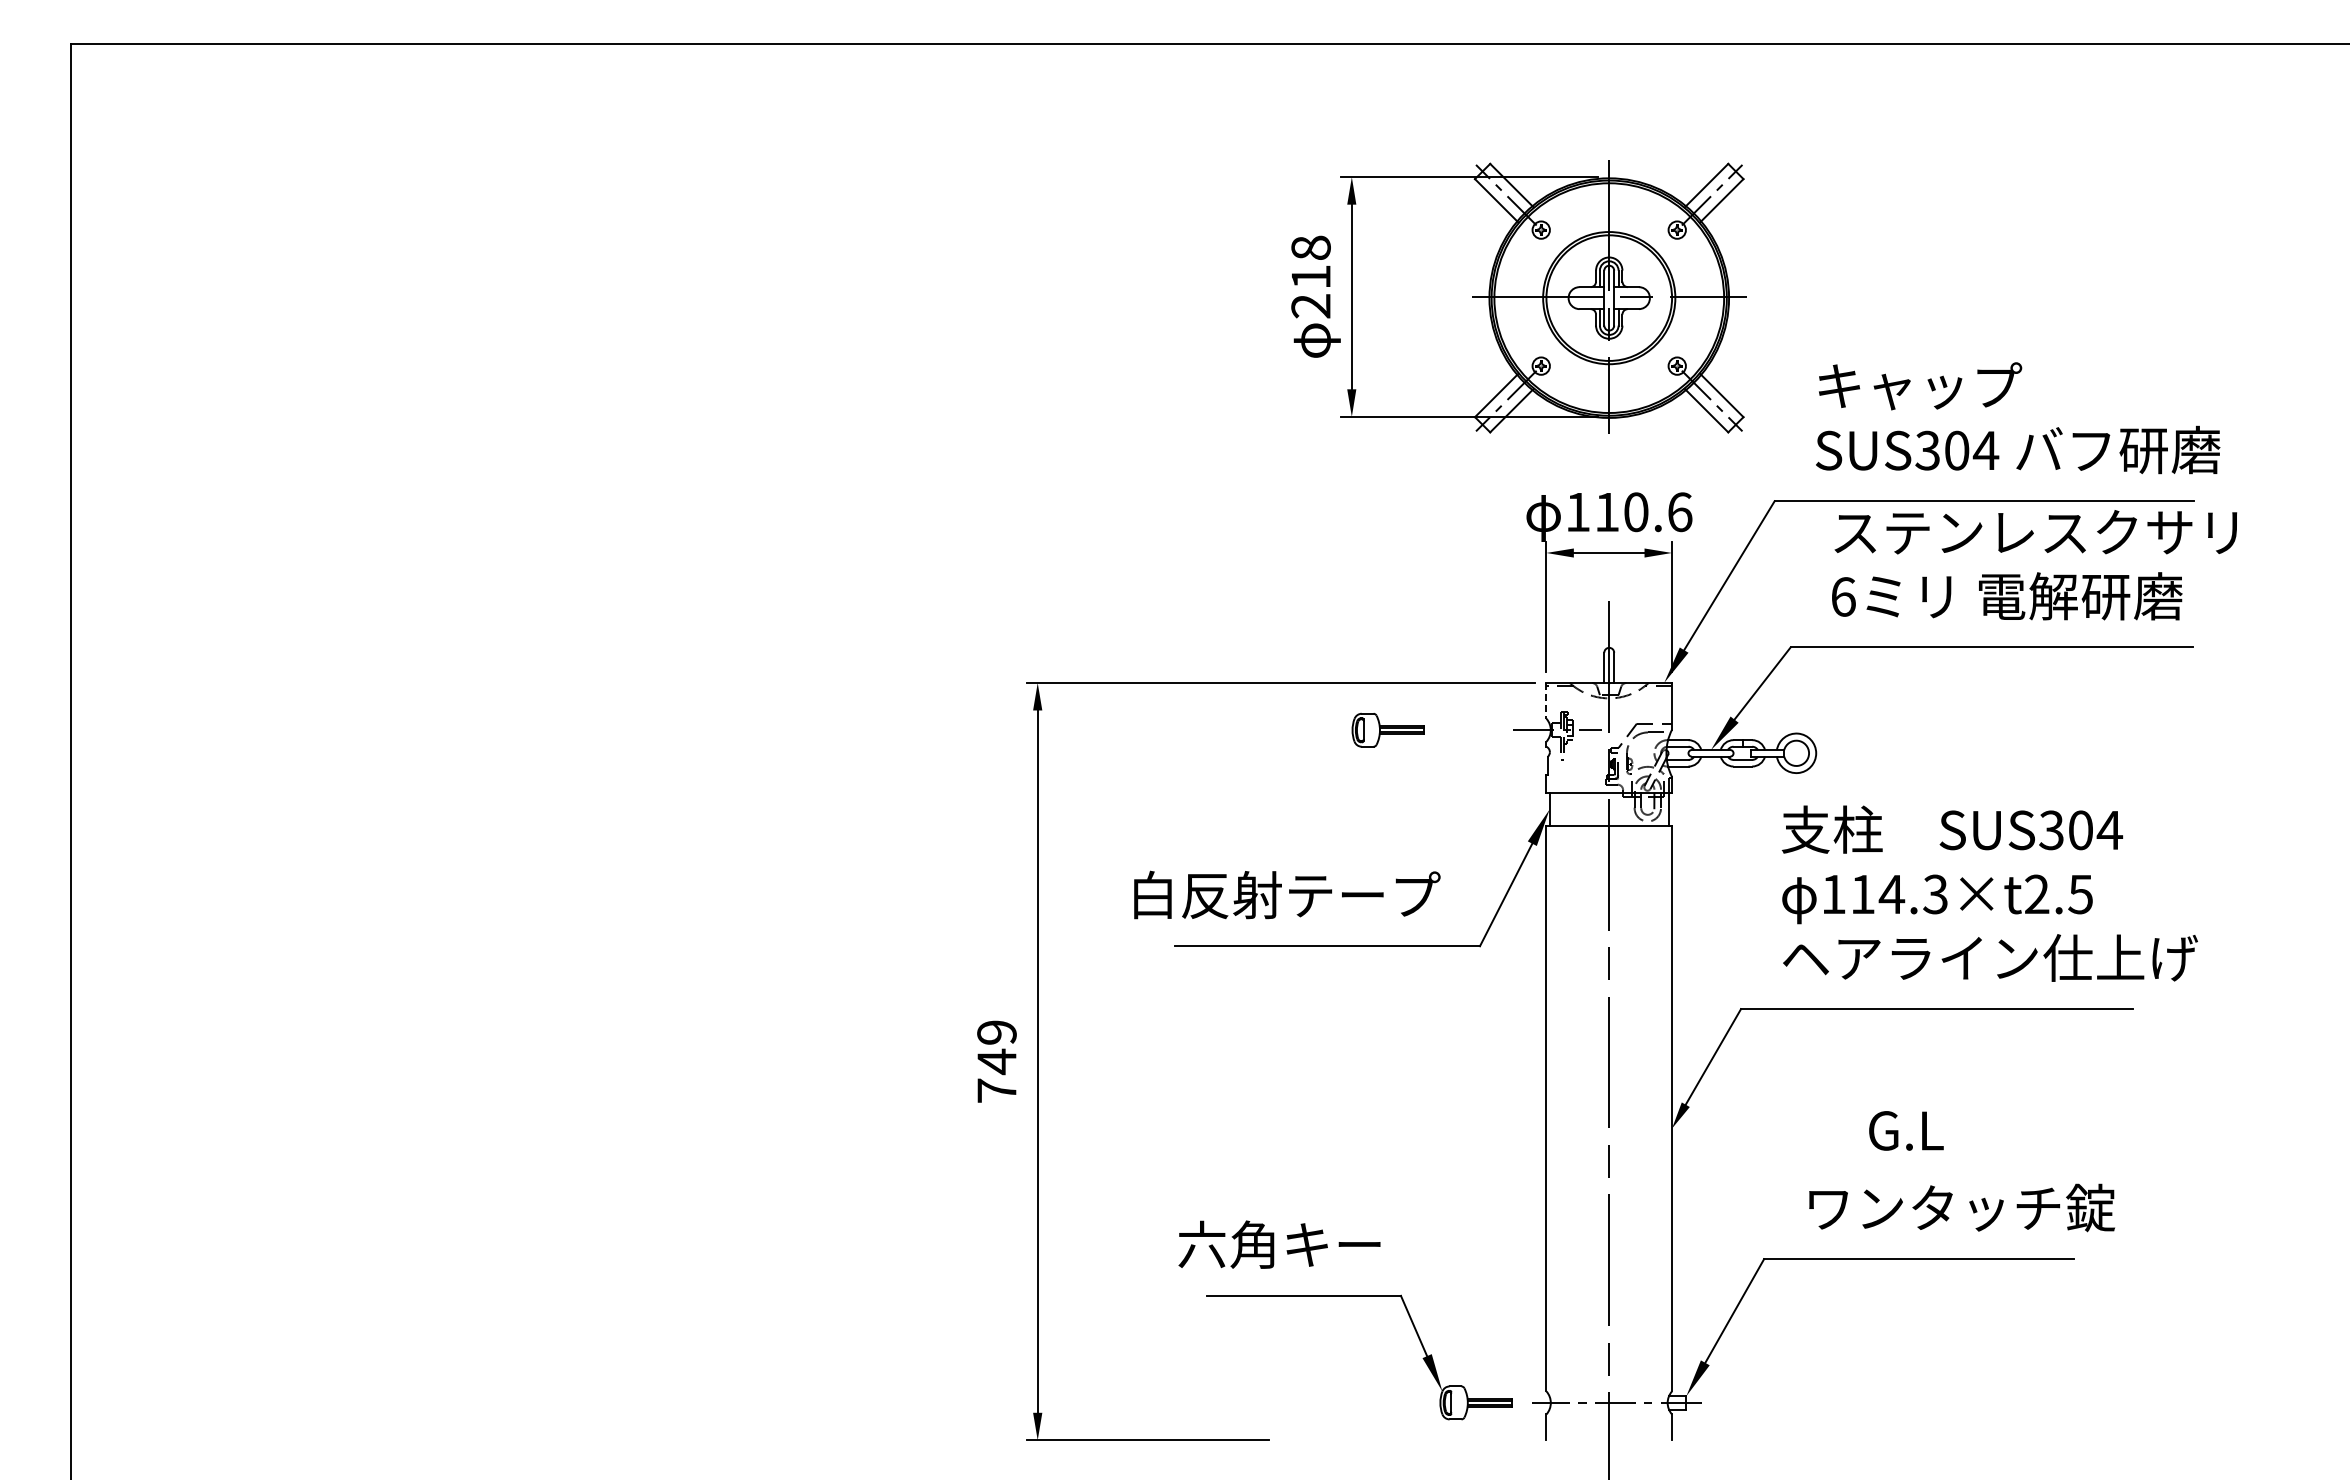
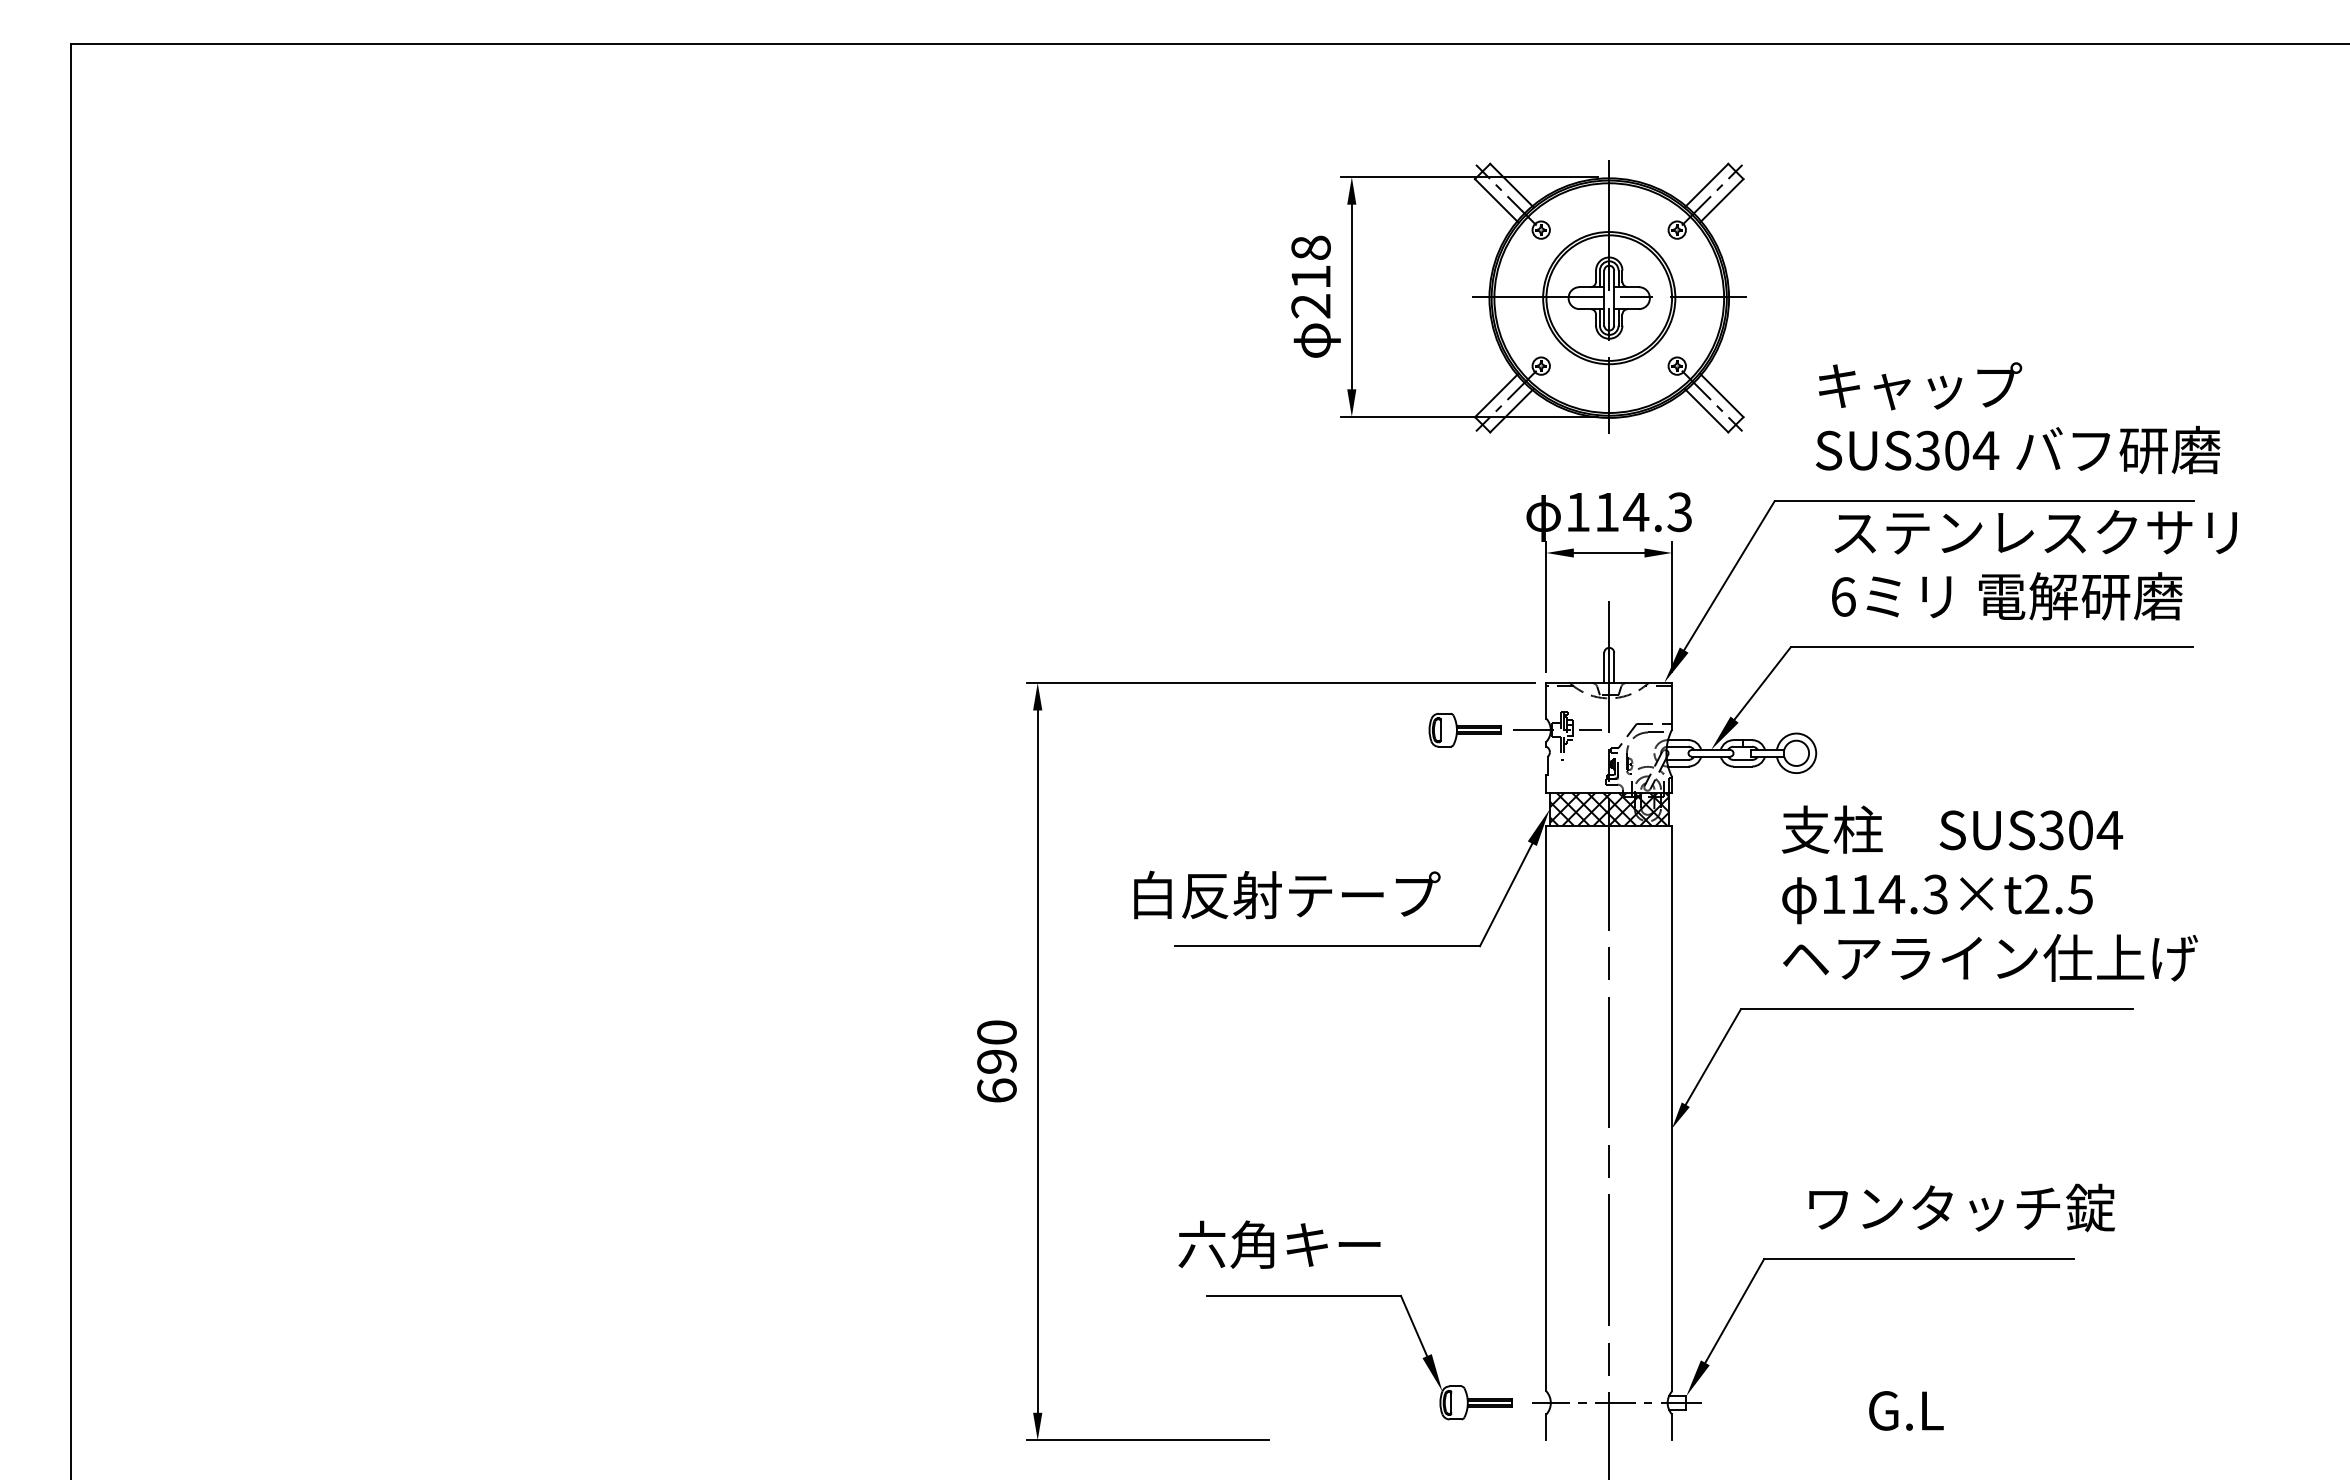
text at (1657, 512): 110.6 -> 114.3
line at (1546, 700): dashed -> solid
part at (1387, 729) position: (1387, 729) -> (1464, 729)
hatch at (1608, 808): none -> present
text at (996, 1061): 749 -> 690
text at (1906, 1130) position: (1906, 1130) -> (1906, 1410)
